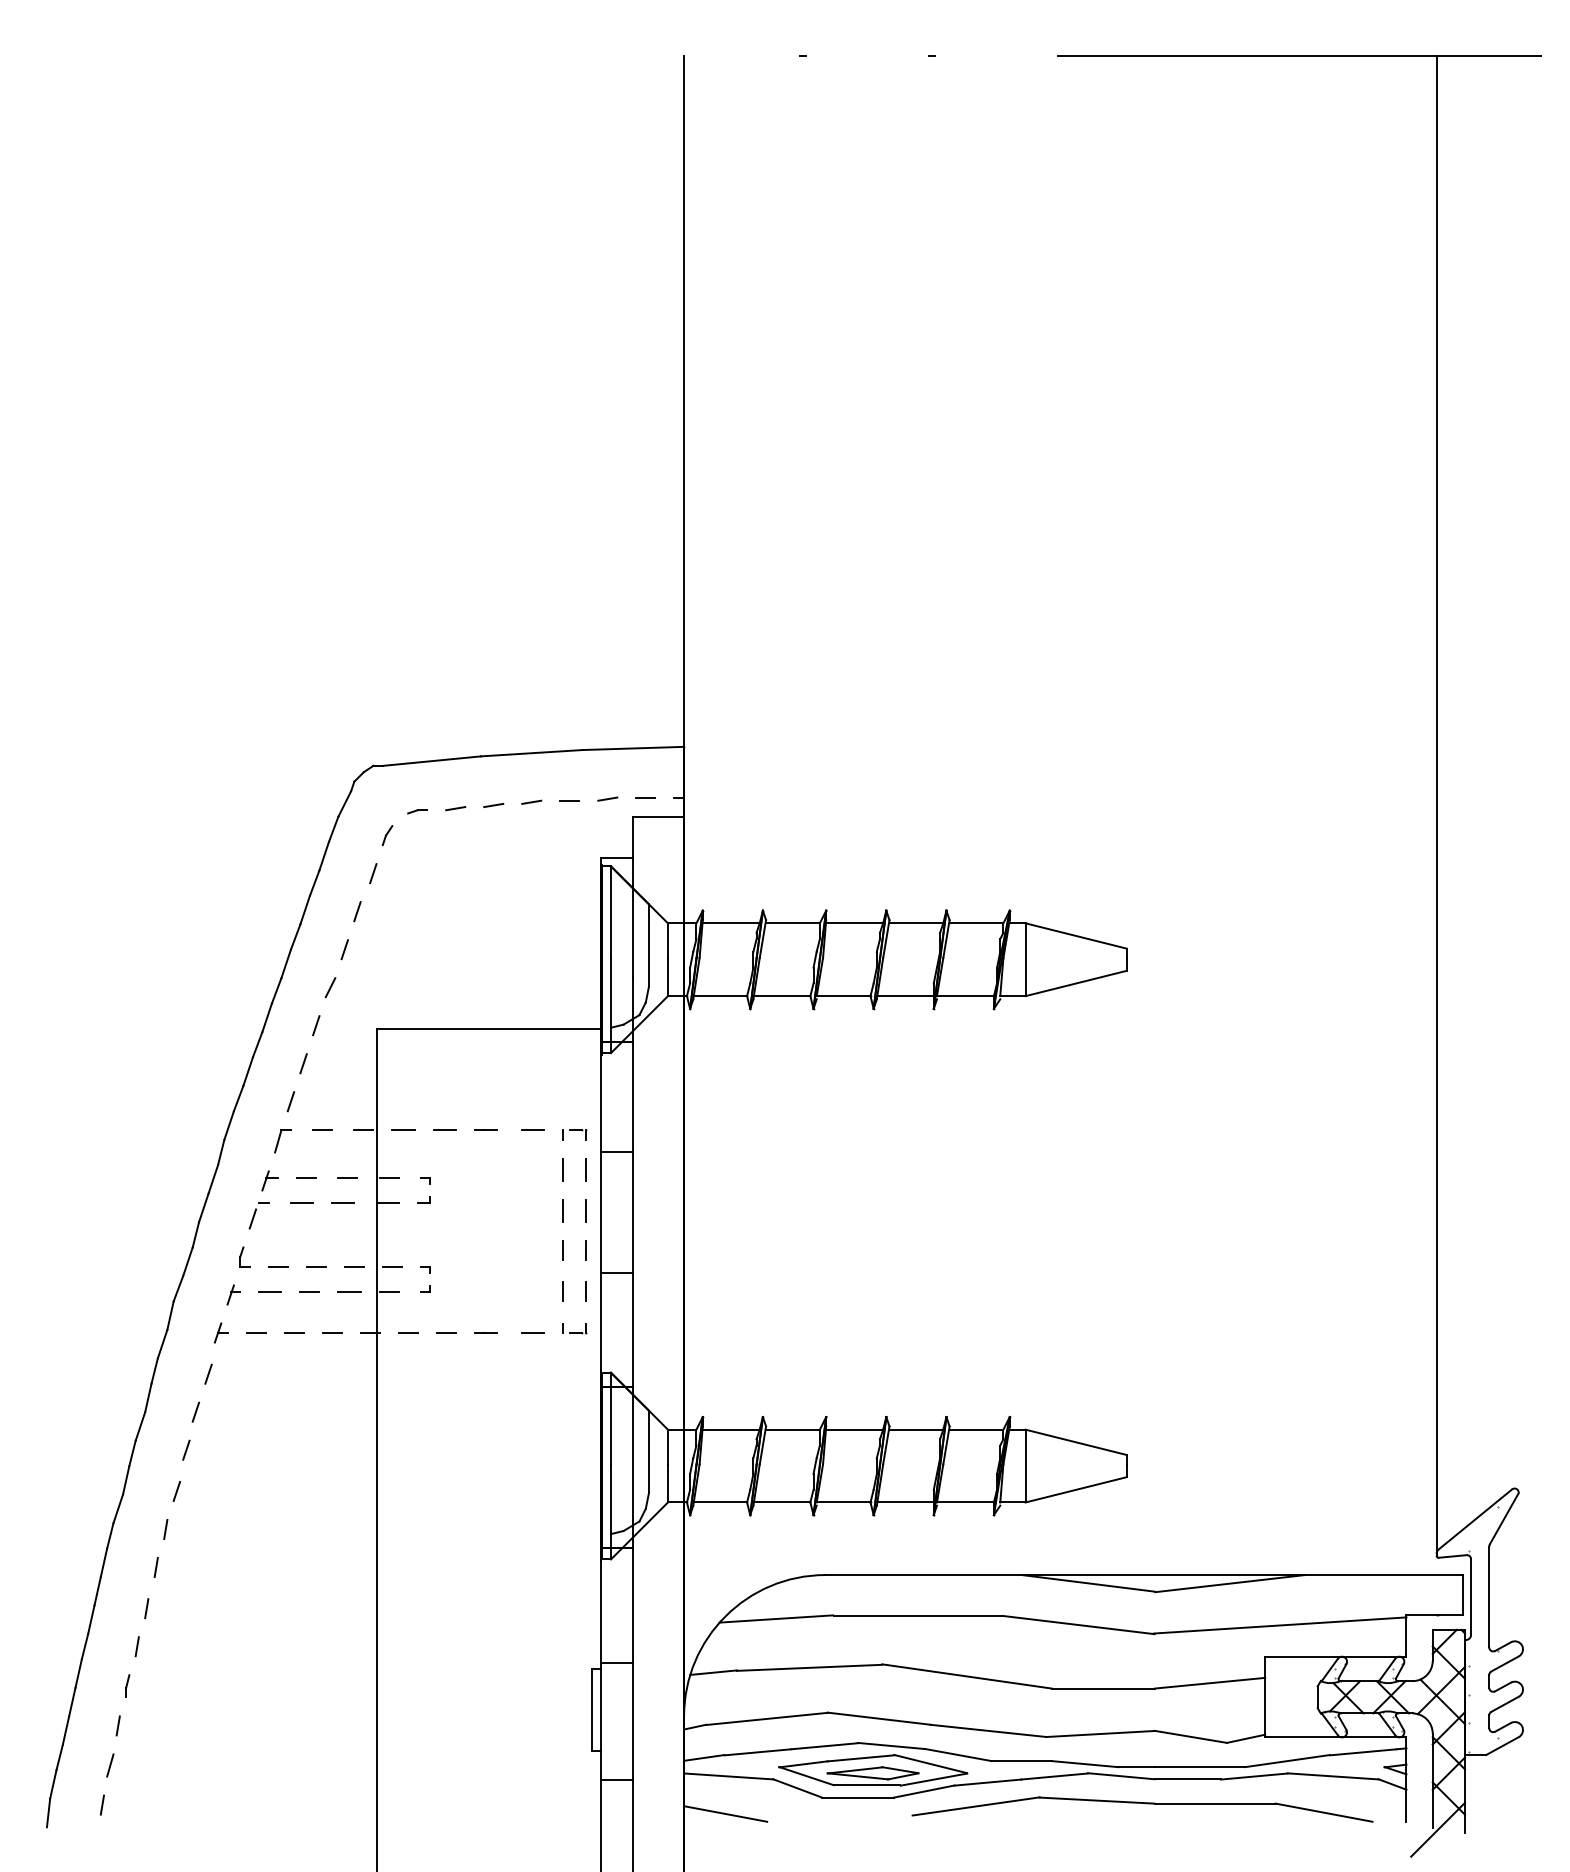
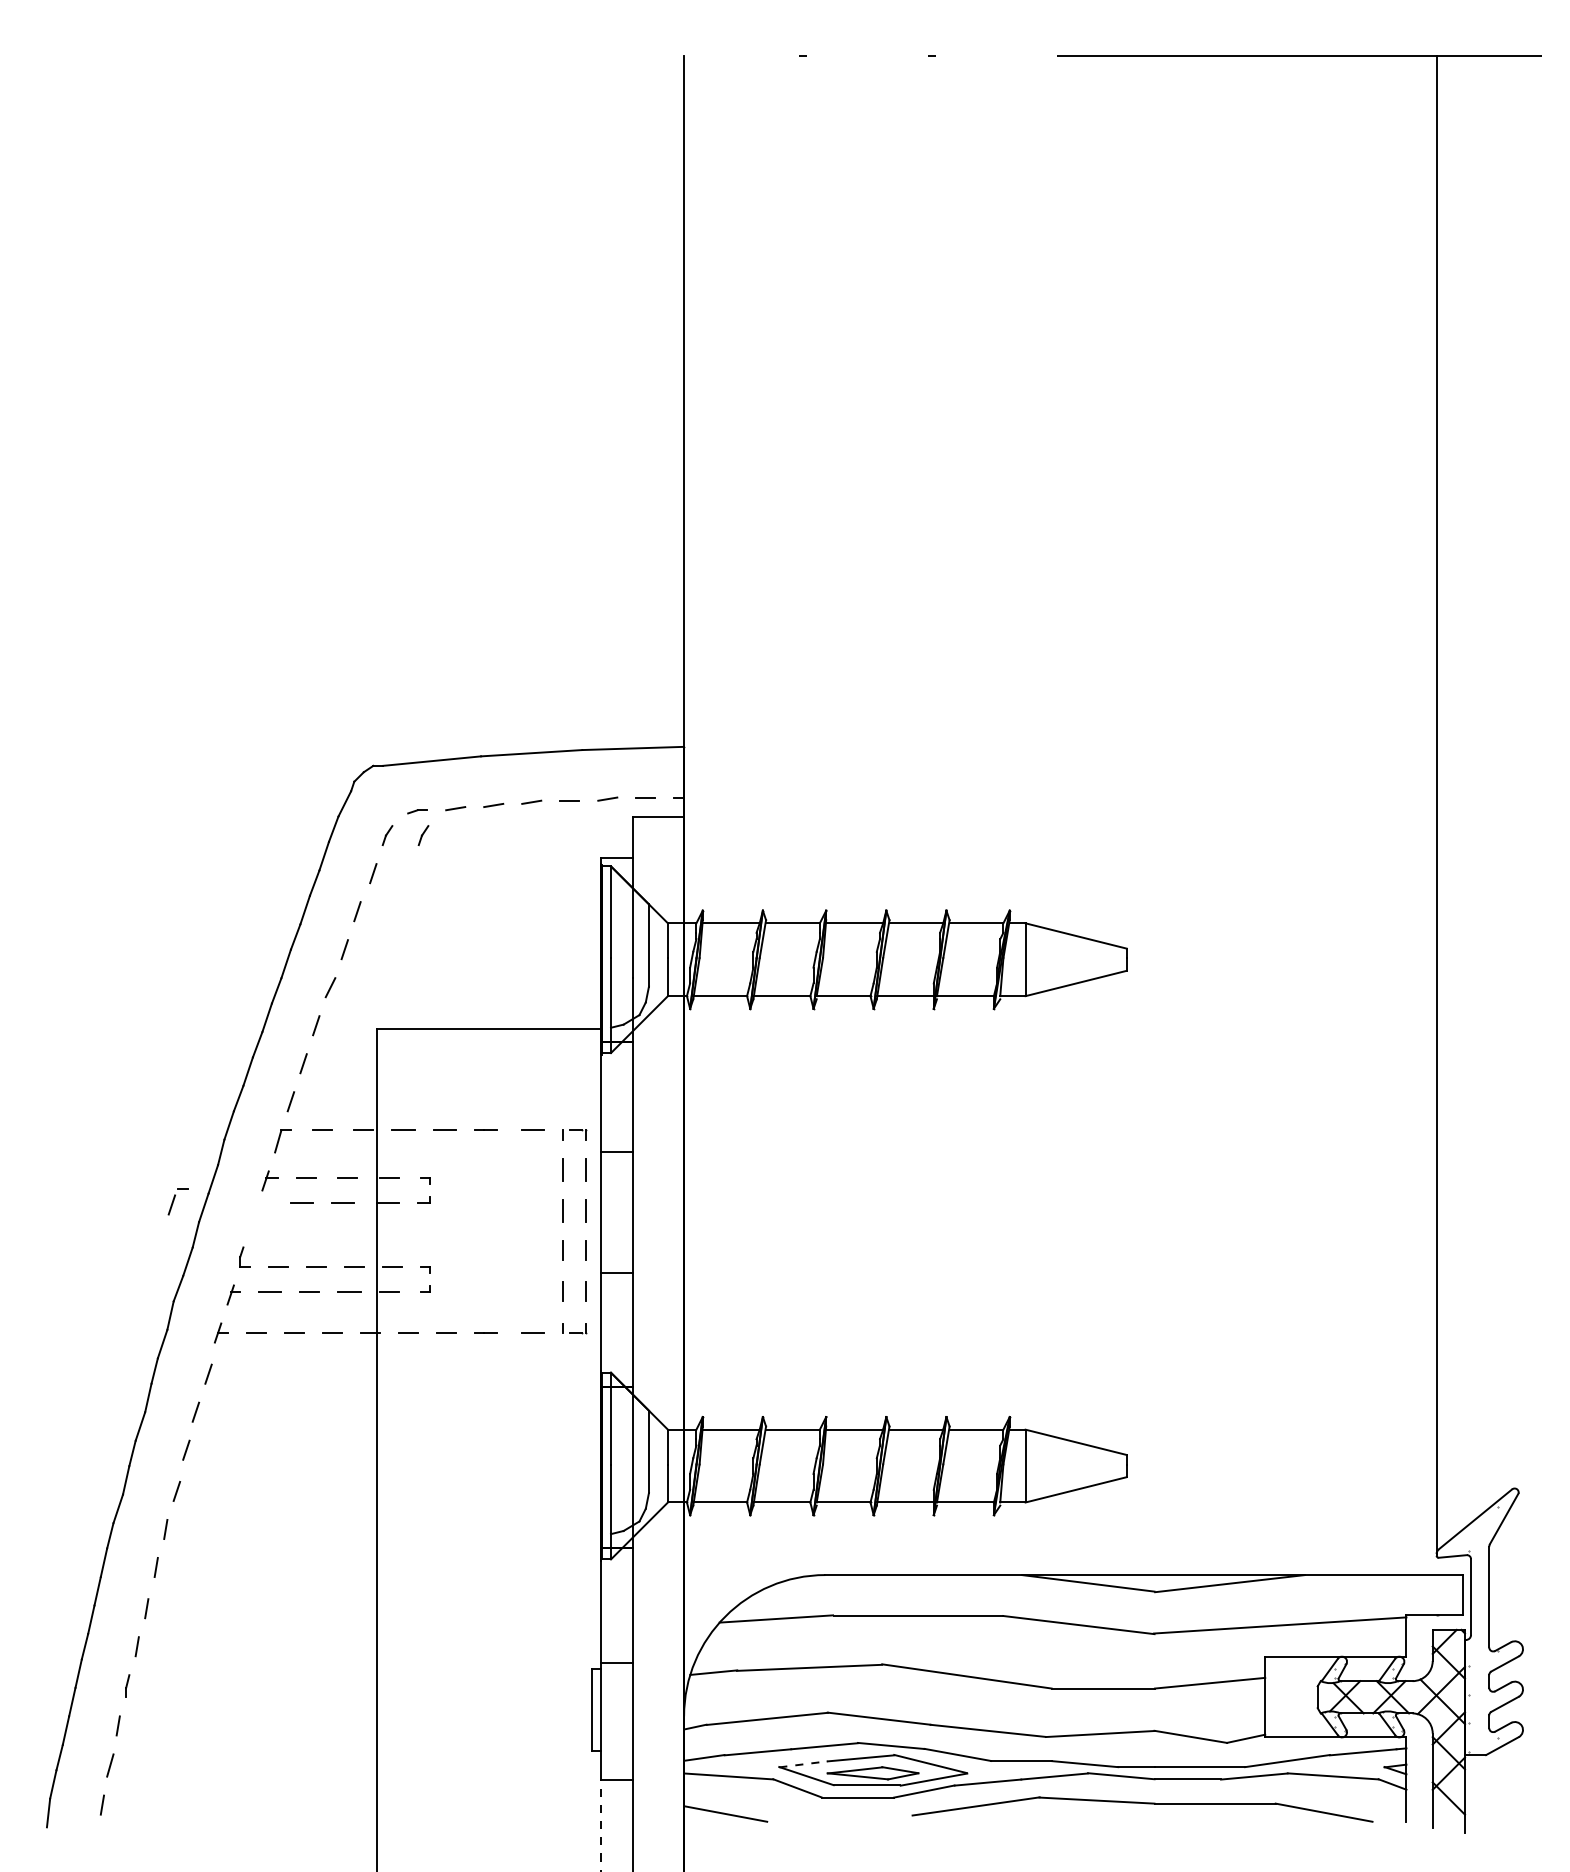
part at (423, 835): none -> present
part at (258, 1215) position: (258, 1215) -> (177, 1201)
line at (804, 1764): solid -> dashed
line at (601, 1825): solid -> dashed
line at (1438, 1829): present -> none
